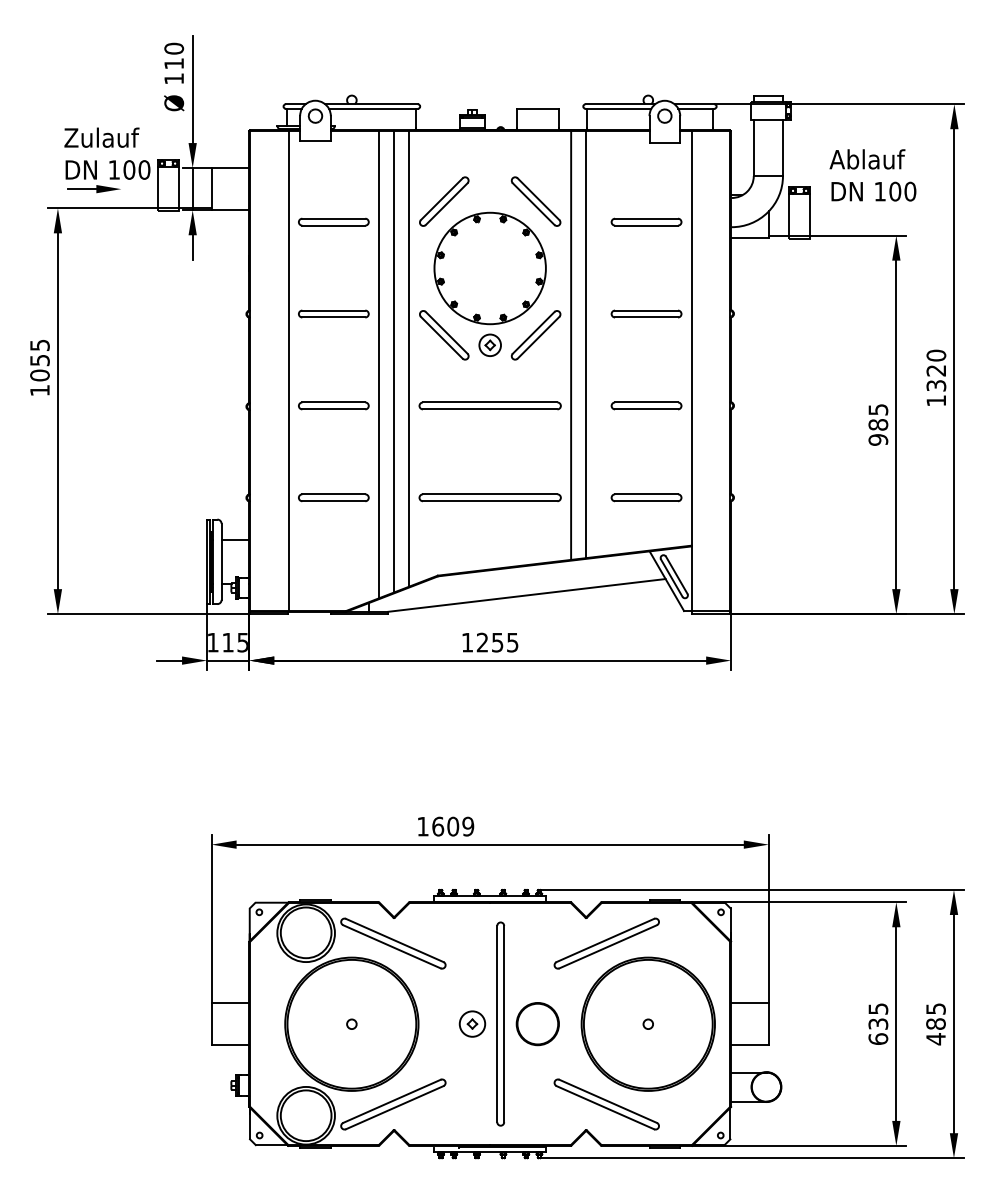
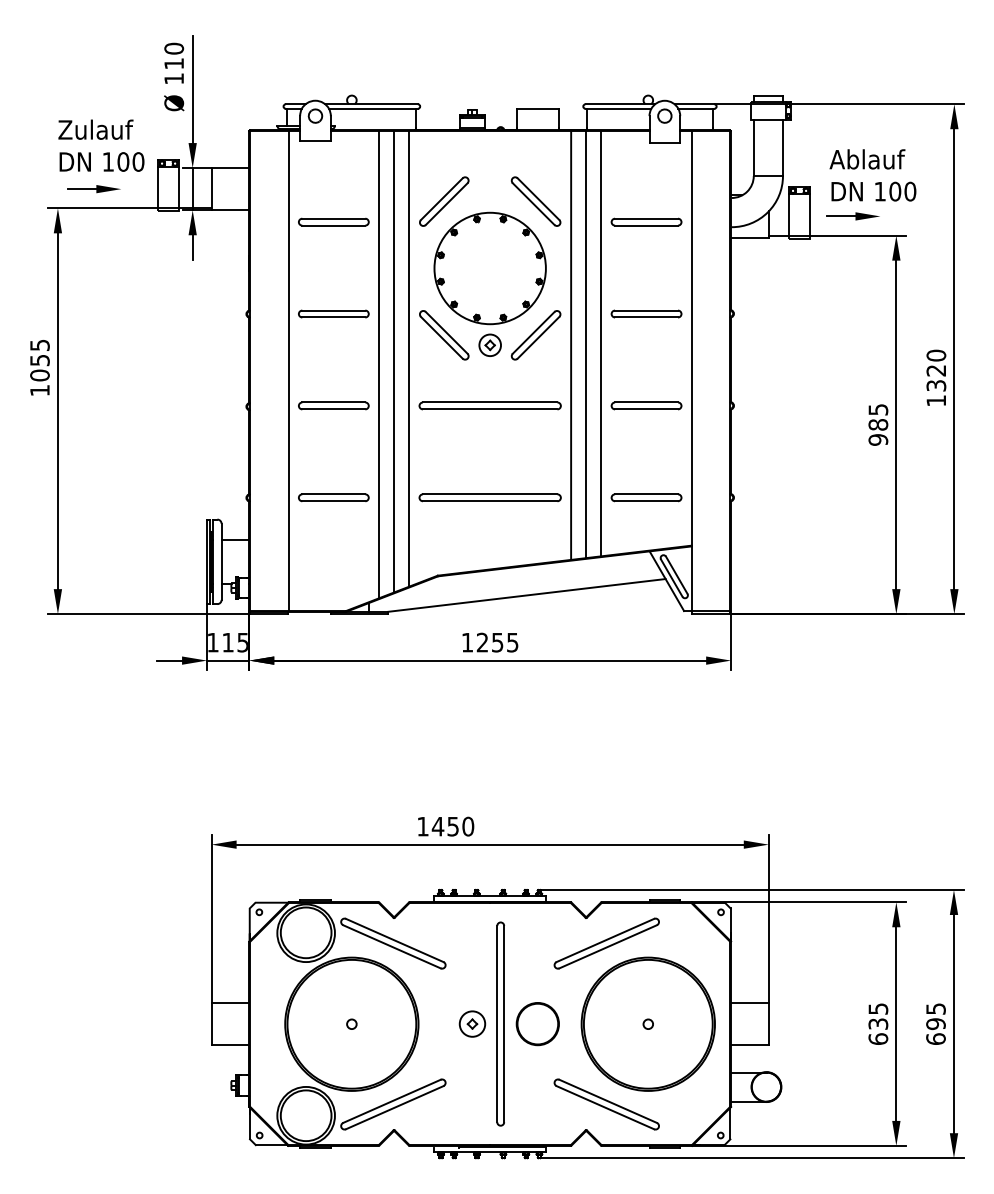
text at (107, 153) position: (107, 153) -> (101, 145)
part at (852, 216): none -> present
line at (601, 343): none -> present
text at (452, 826): 1609 -> 1450
text at (935, 1031): 485 -> 695
